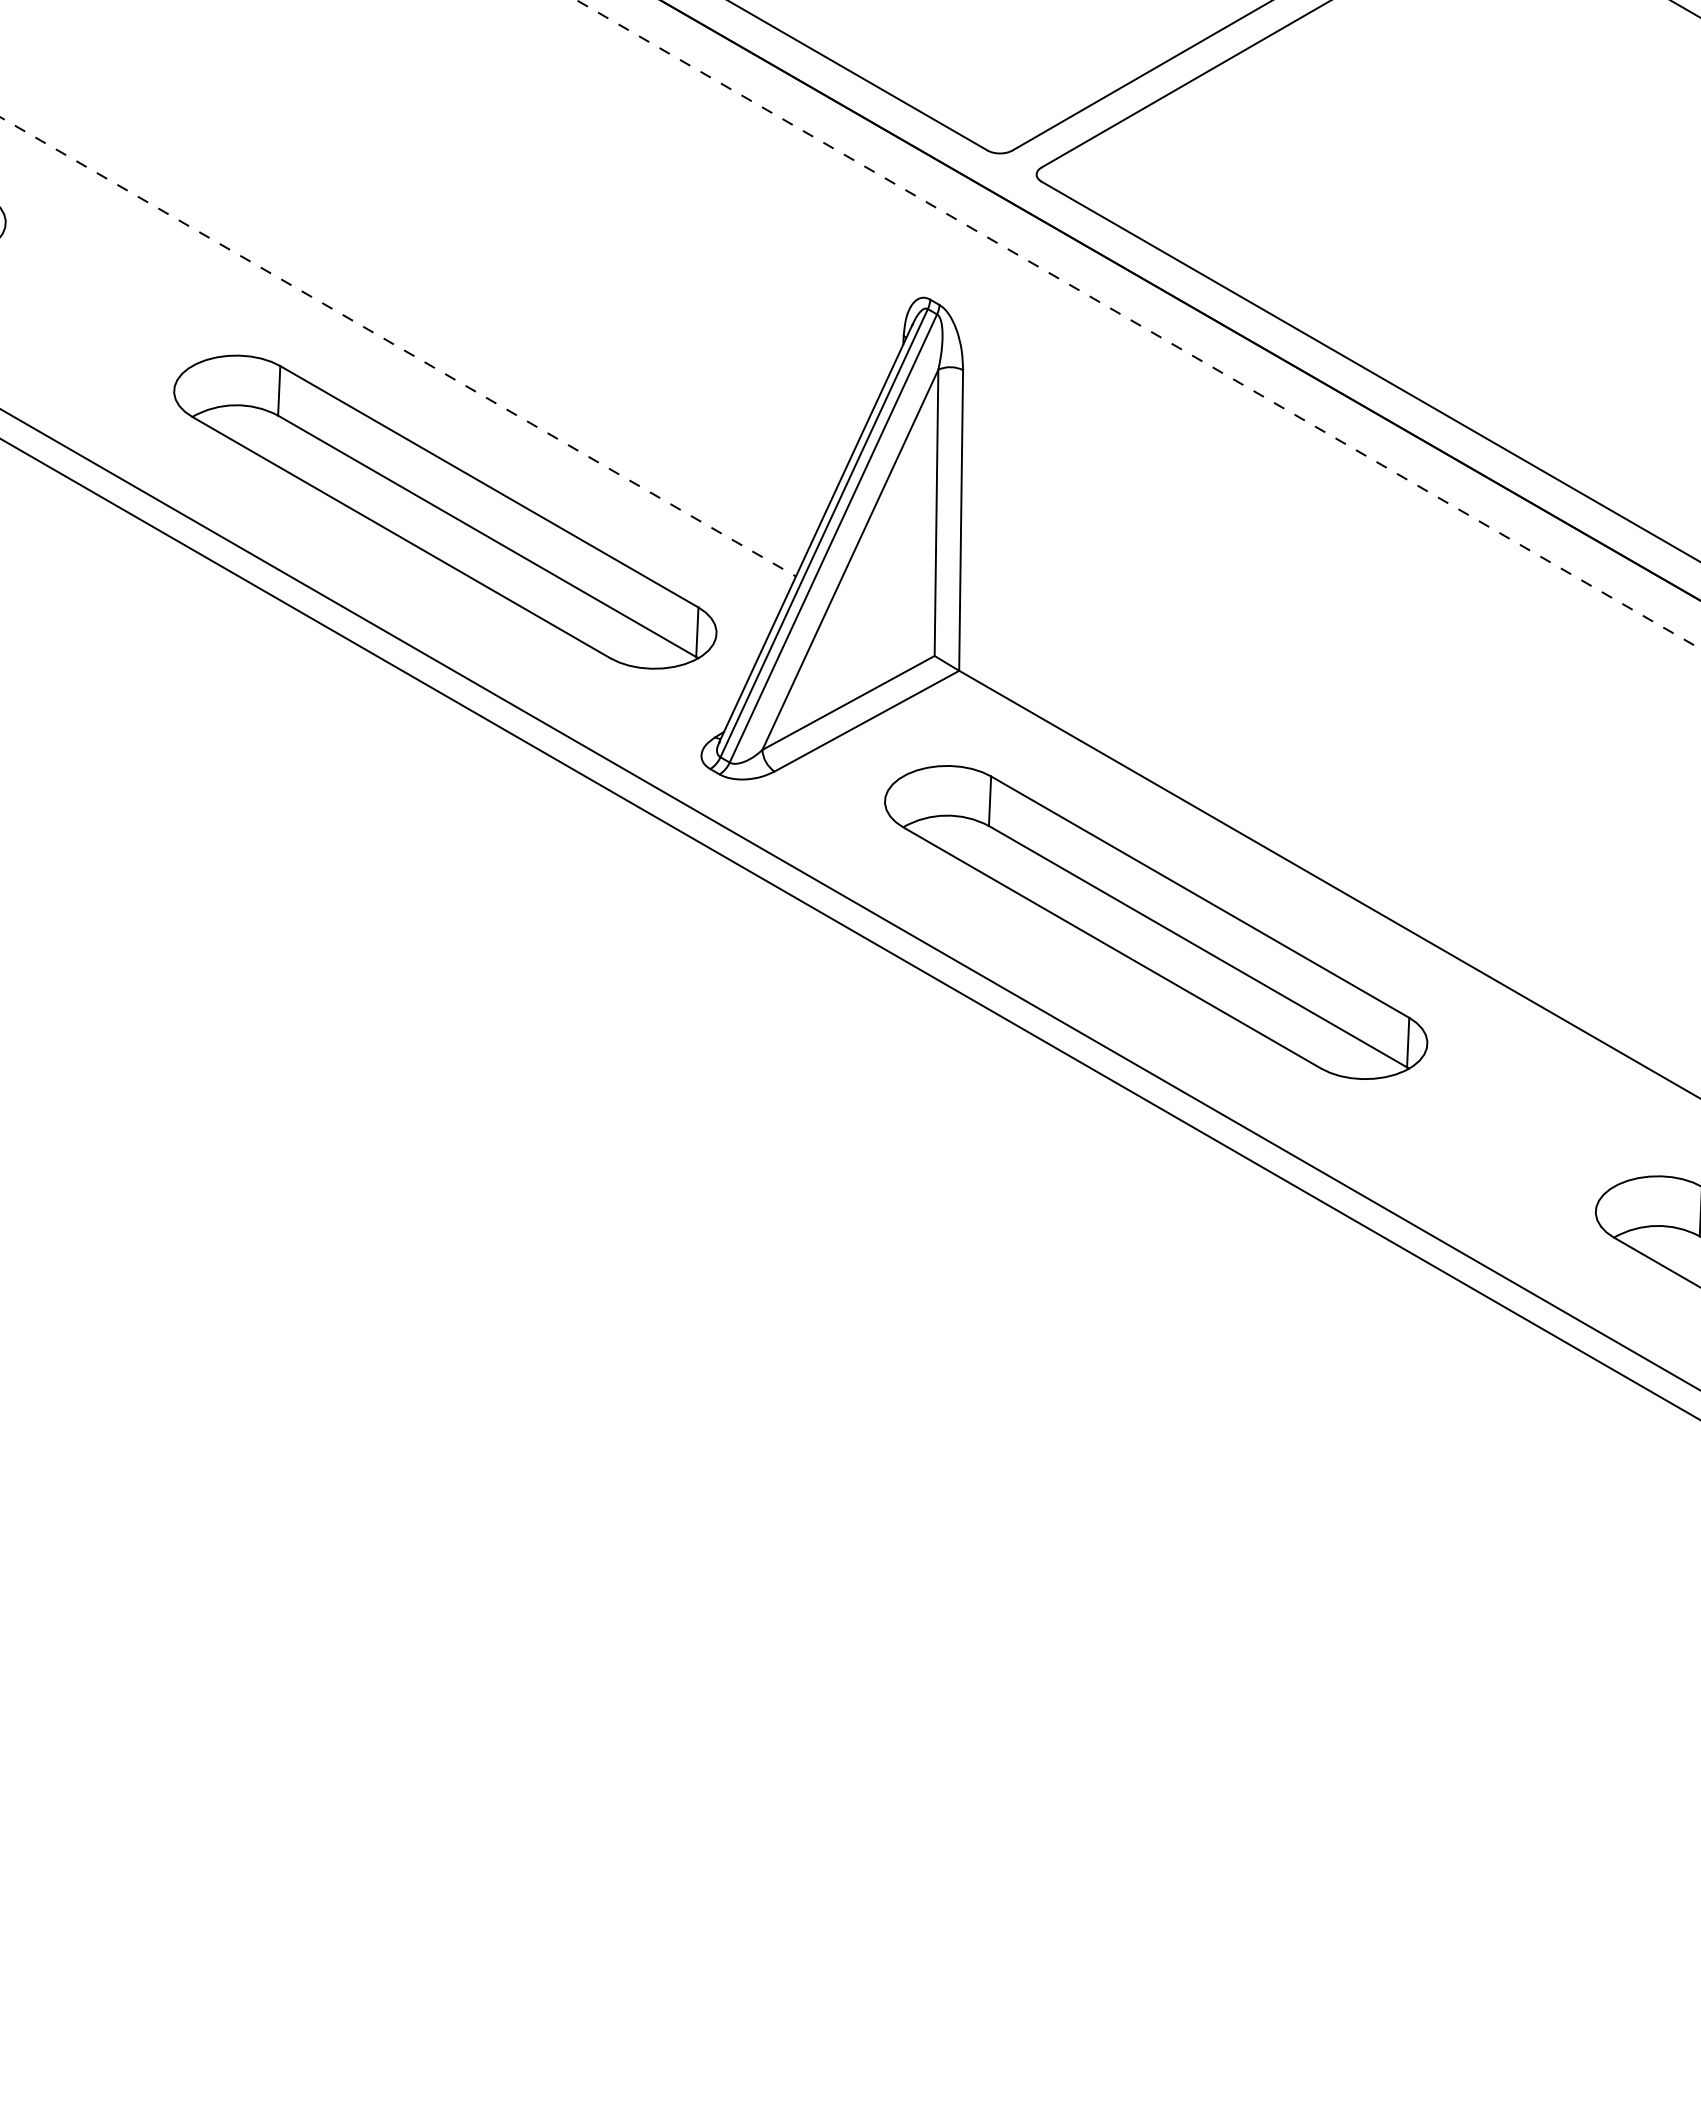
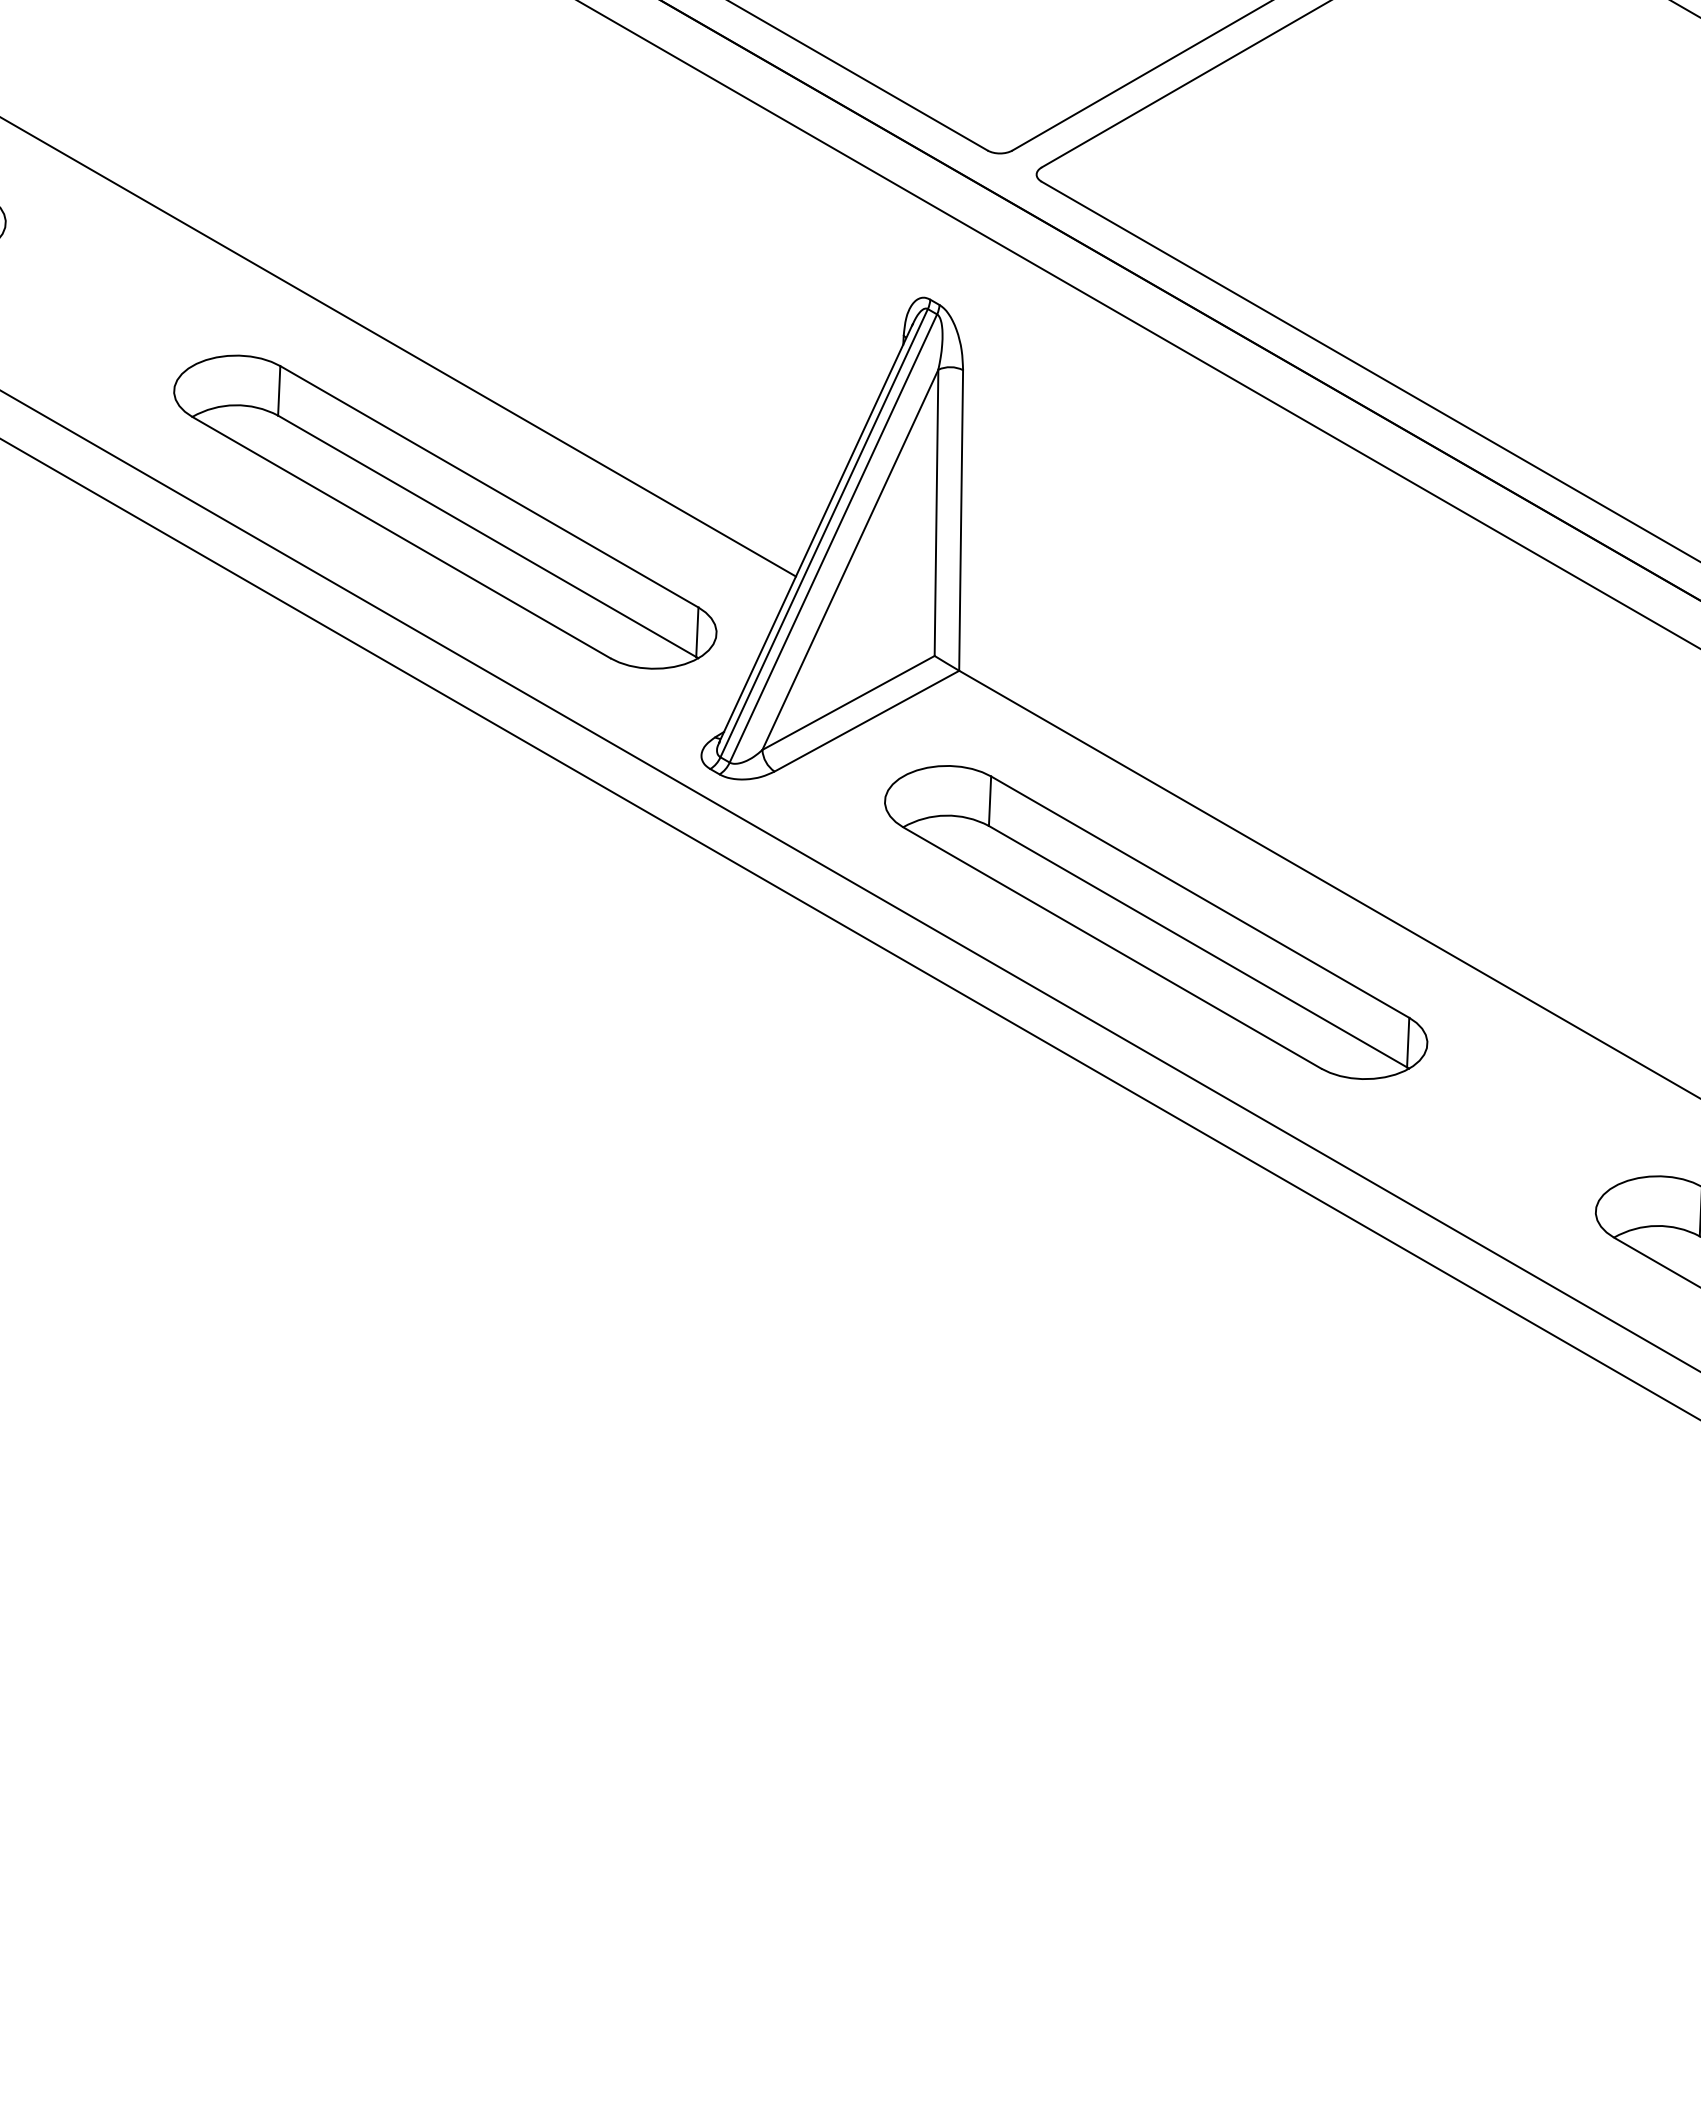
line at (1138, 324): dashed -> solid
line at (398, 347): dashed -> solid
line at (849, 899) position: (849, 899) -> (849, 880)
